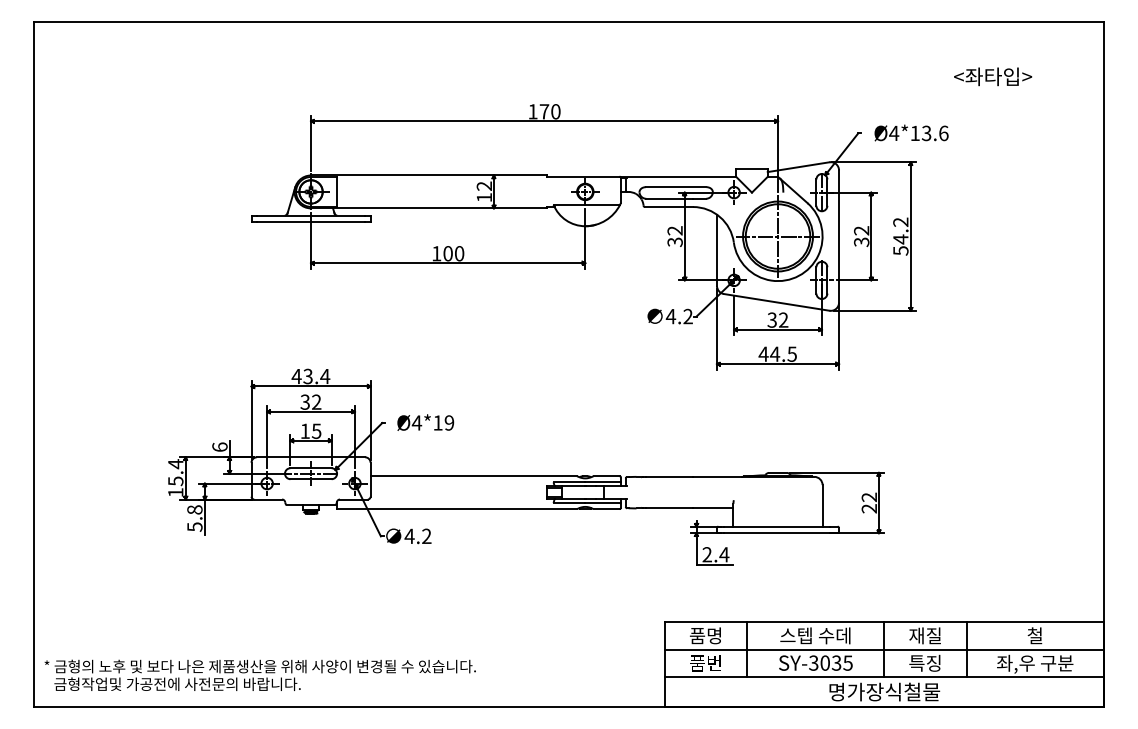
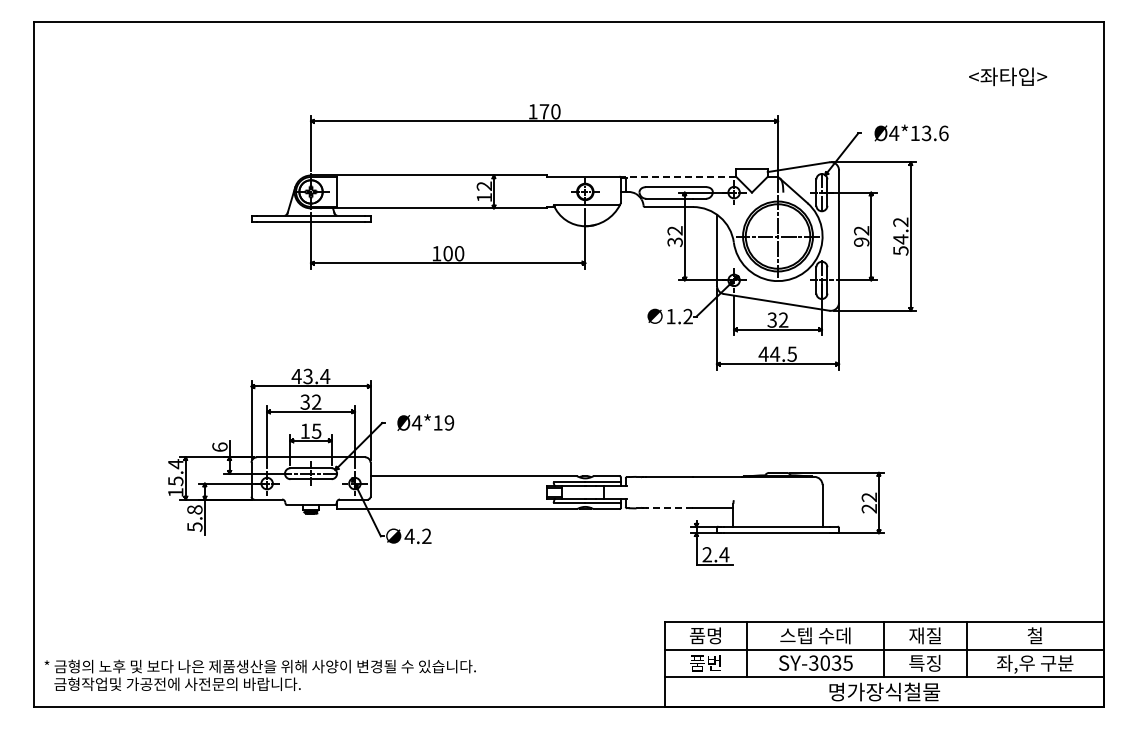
text at (993, 76) position: (993, 76) -> (1008, 76)
line at (678, 176): solid -> dashed
text at (861, 242): 32 -> 92
text at (670, 316): 4.2 -> 1.2
line at (669, 508): solid -> dashed
